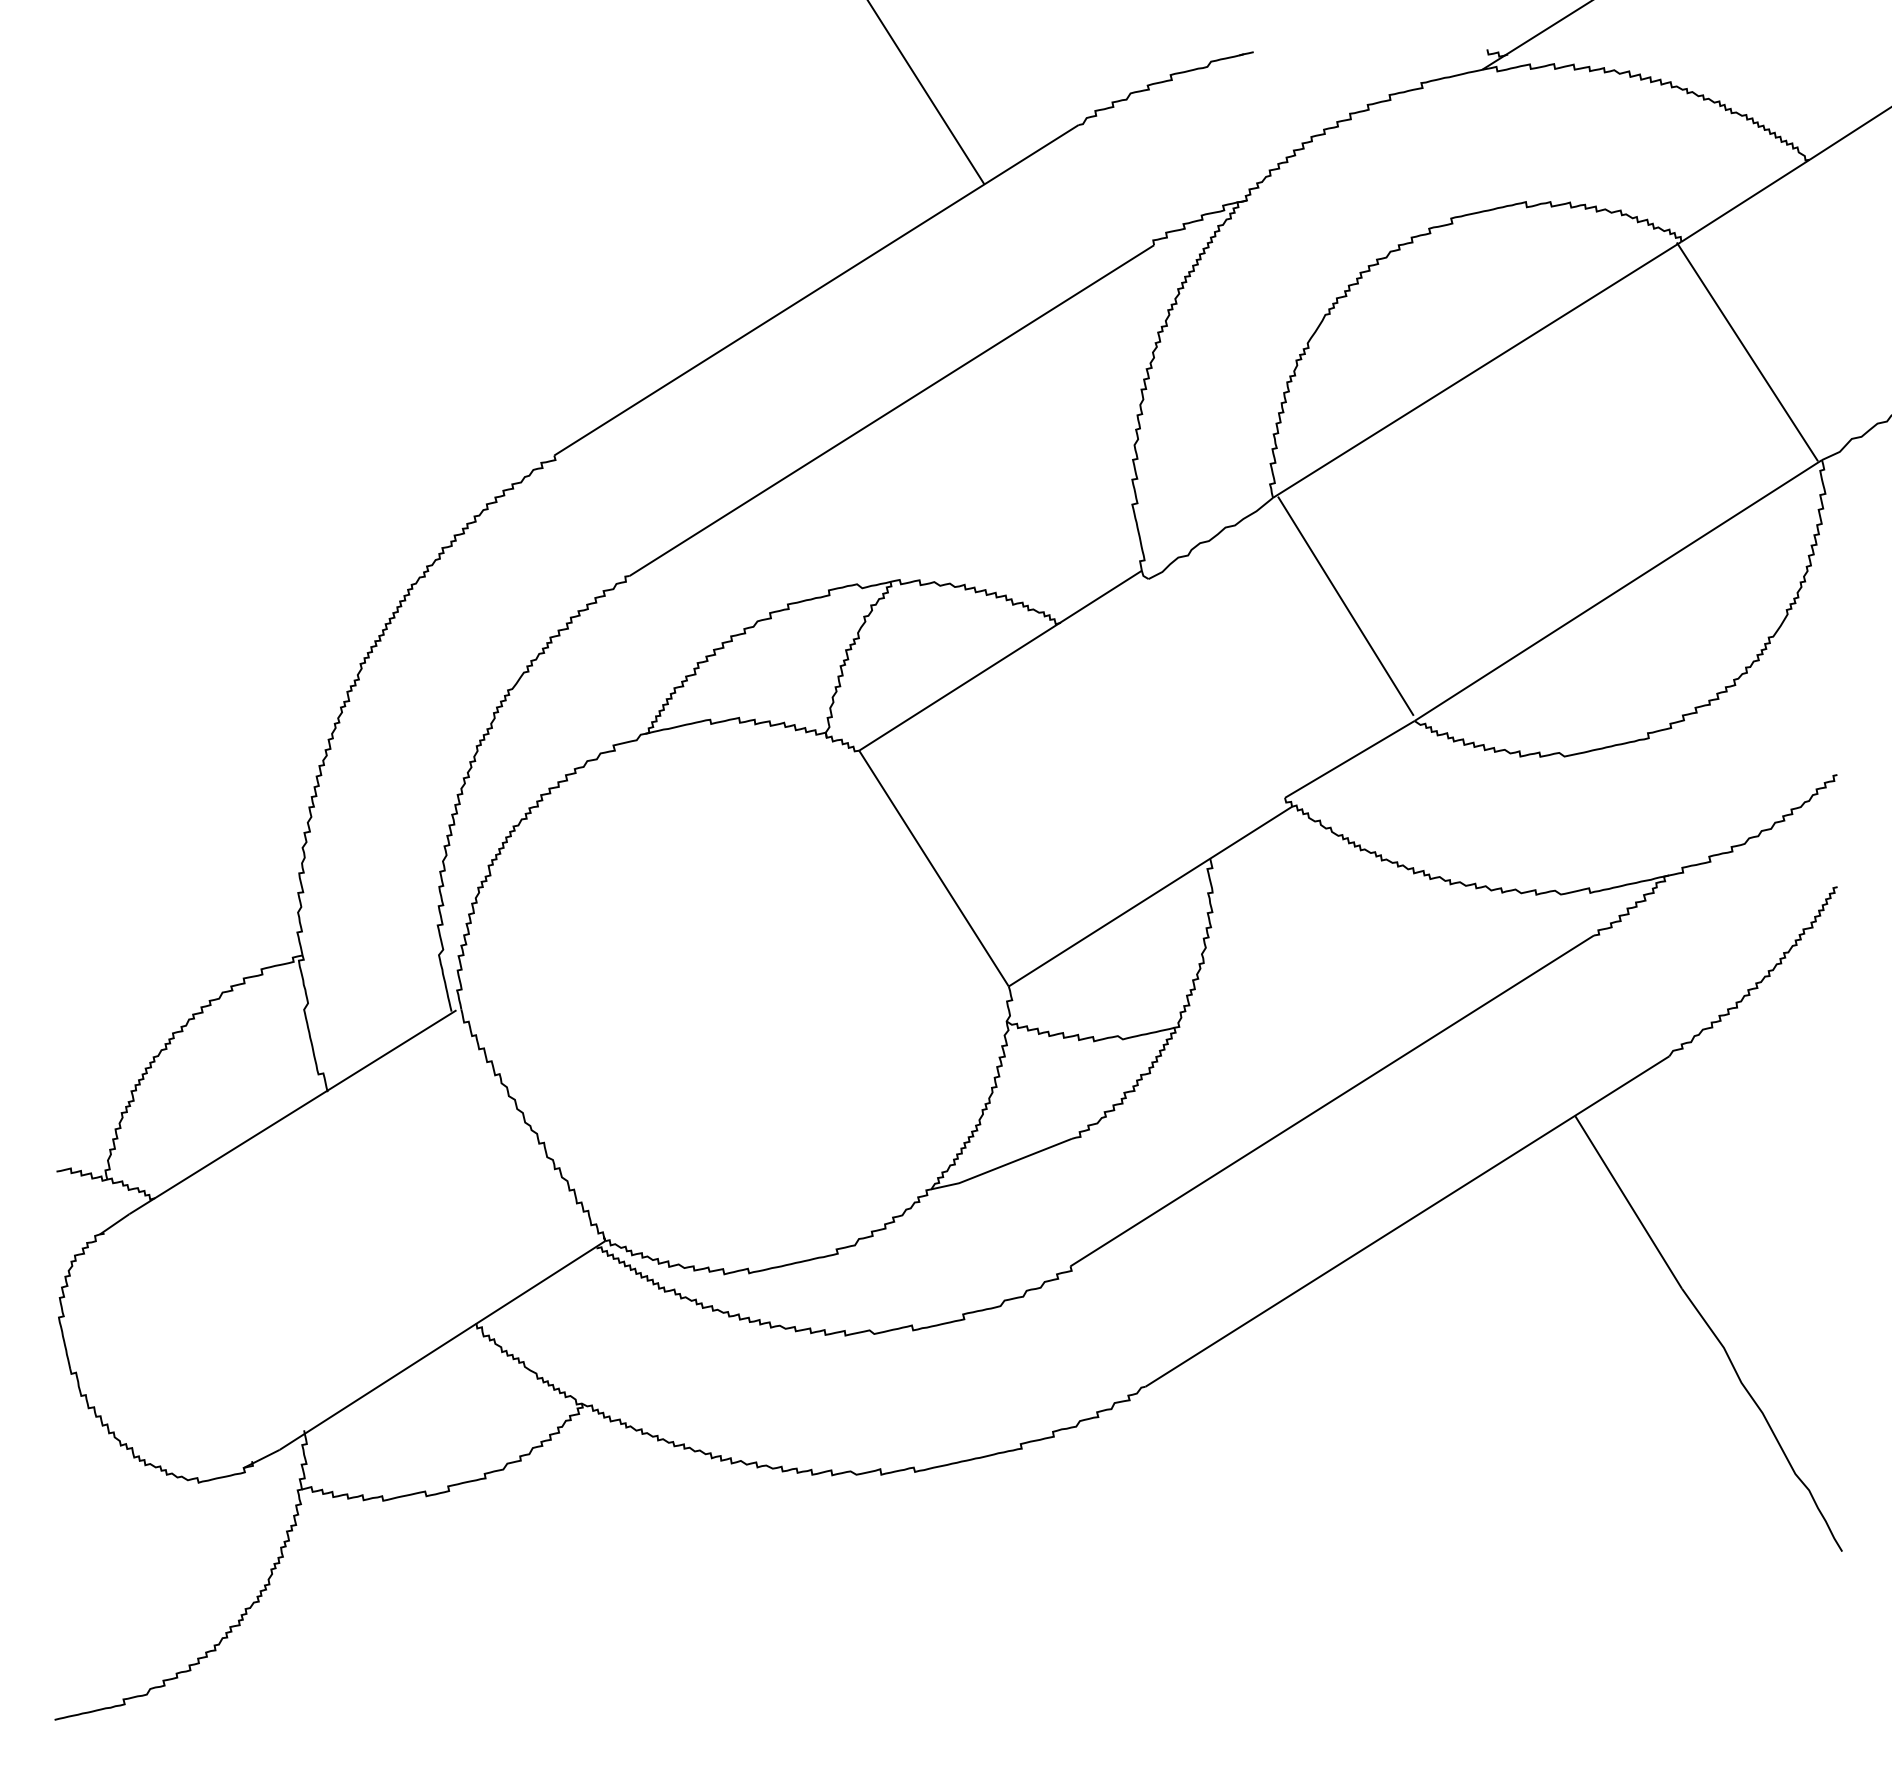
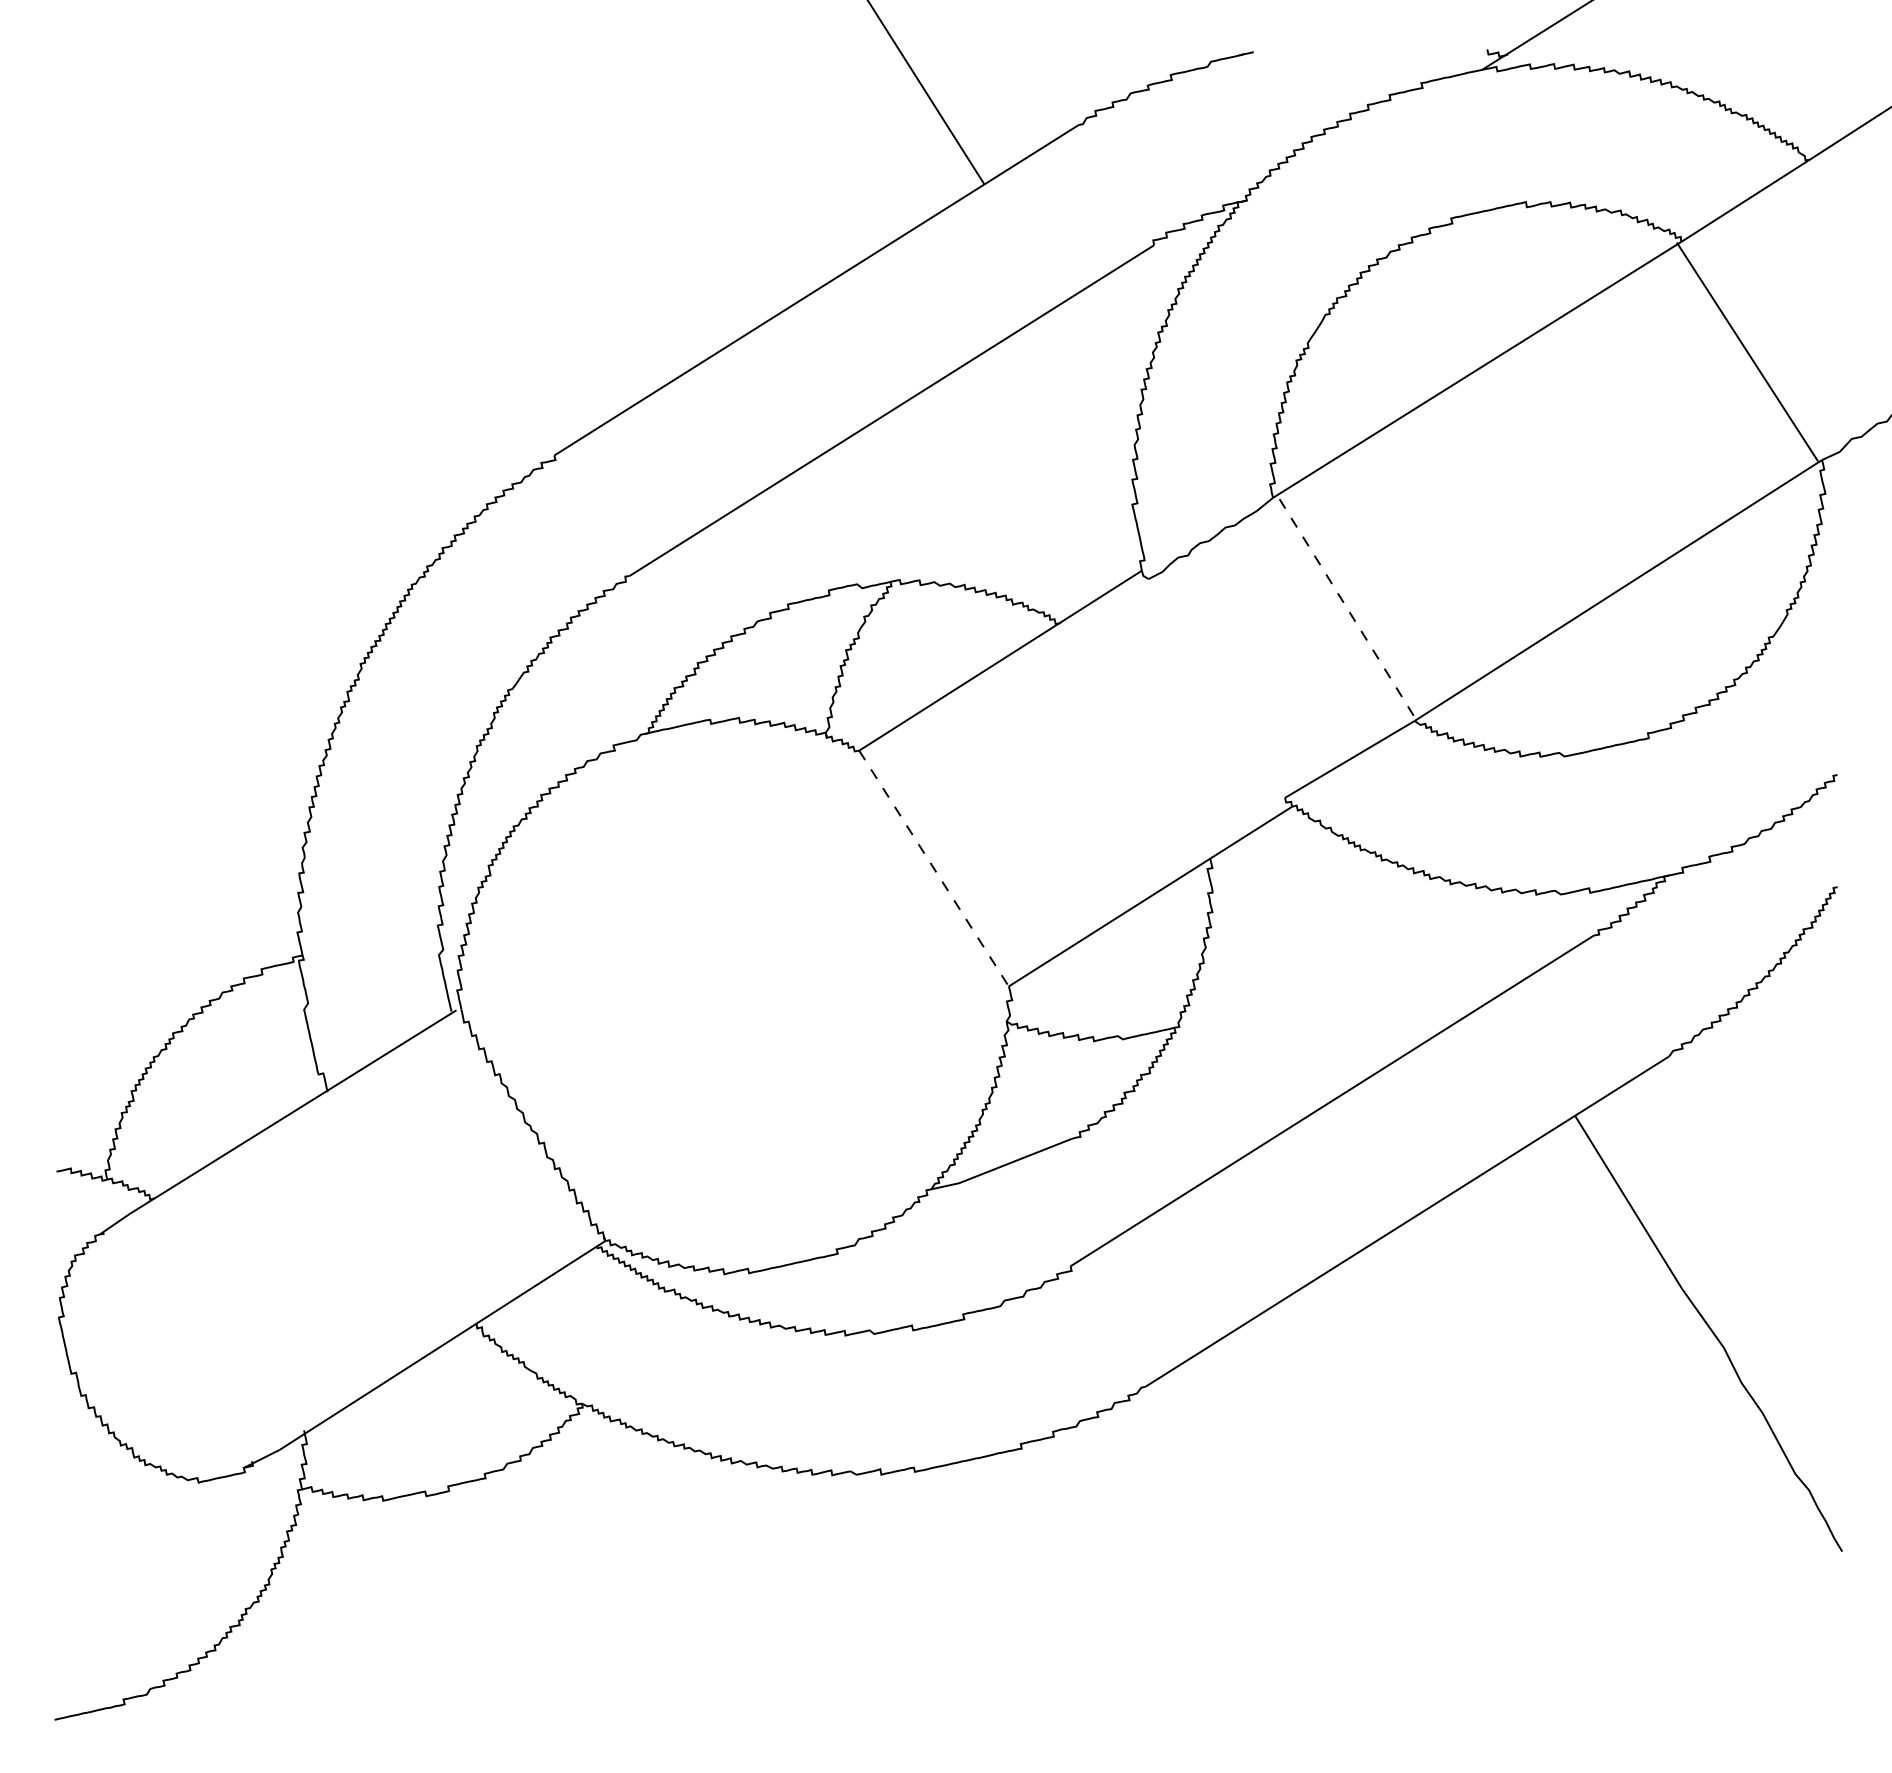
line at (1345, 606): solid -> dashed
line at (933, 868): solid -> dashed
